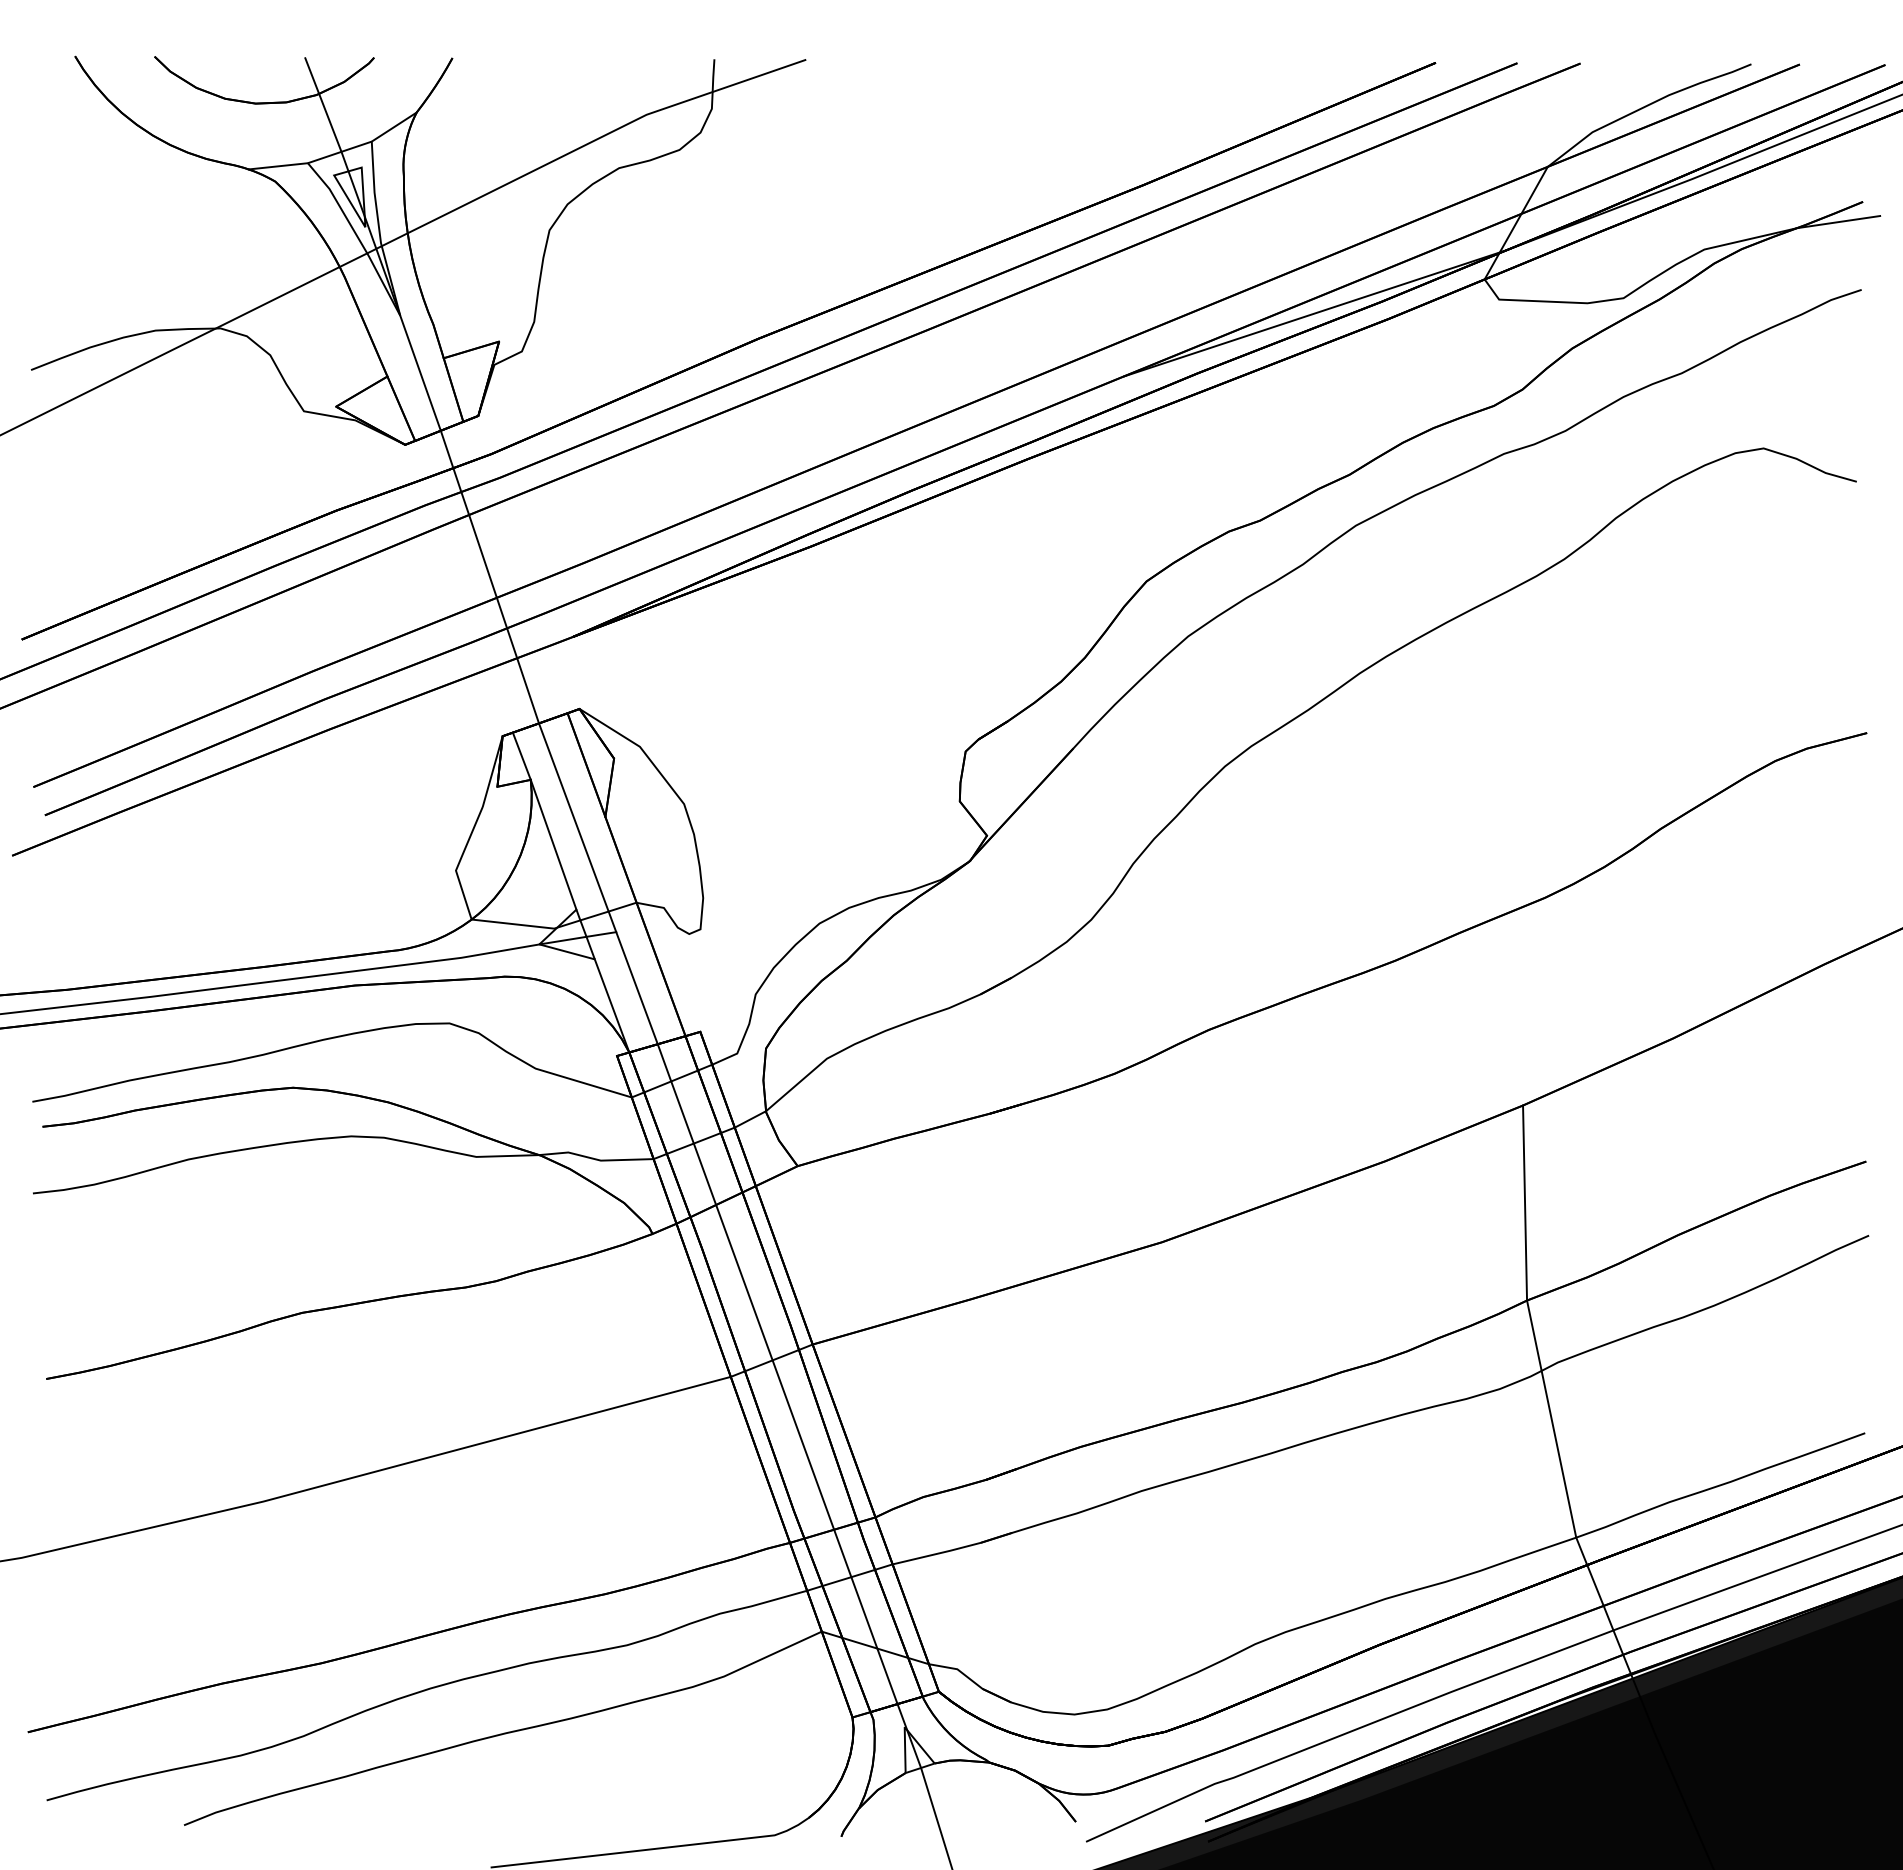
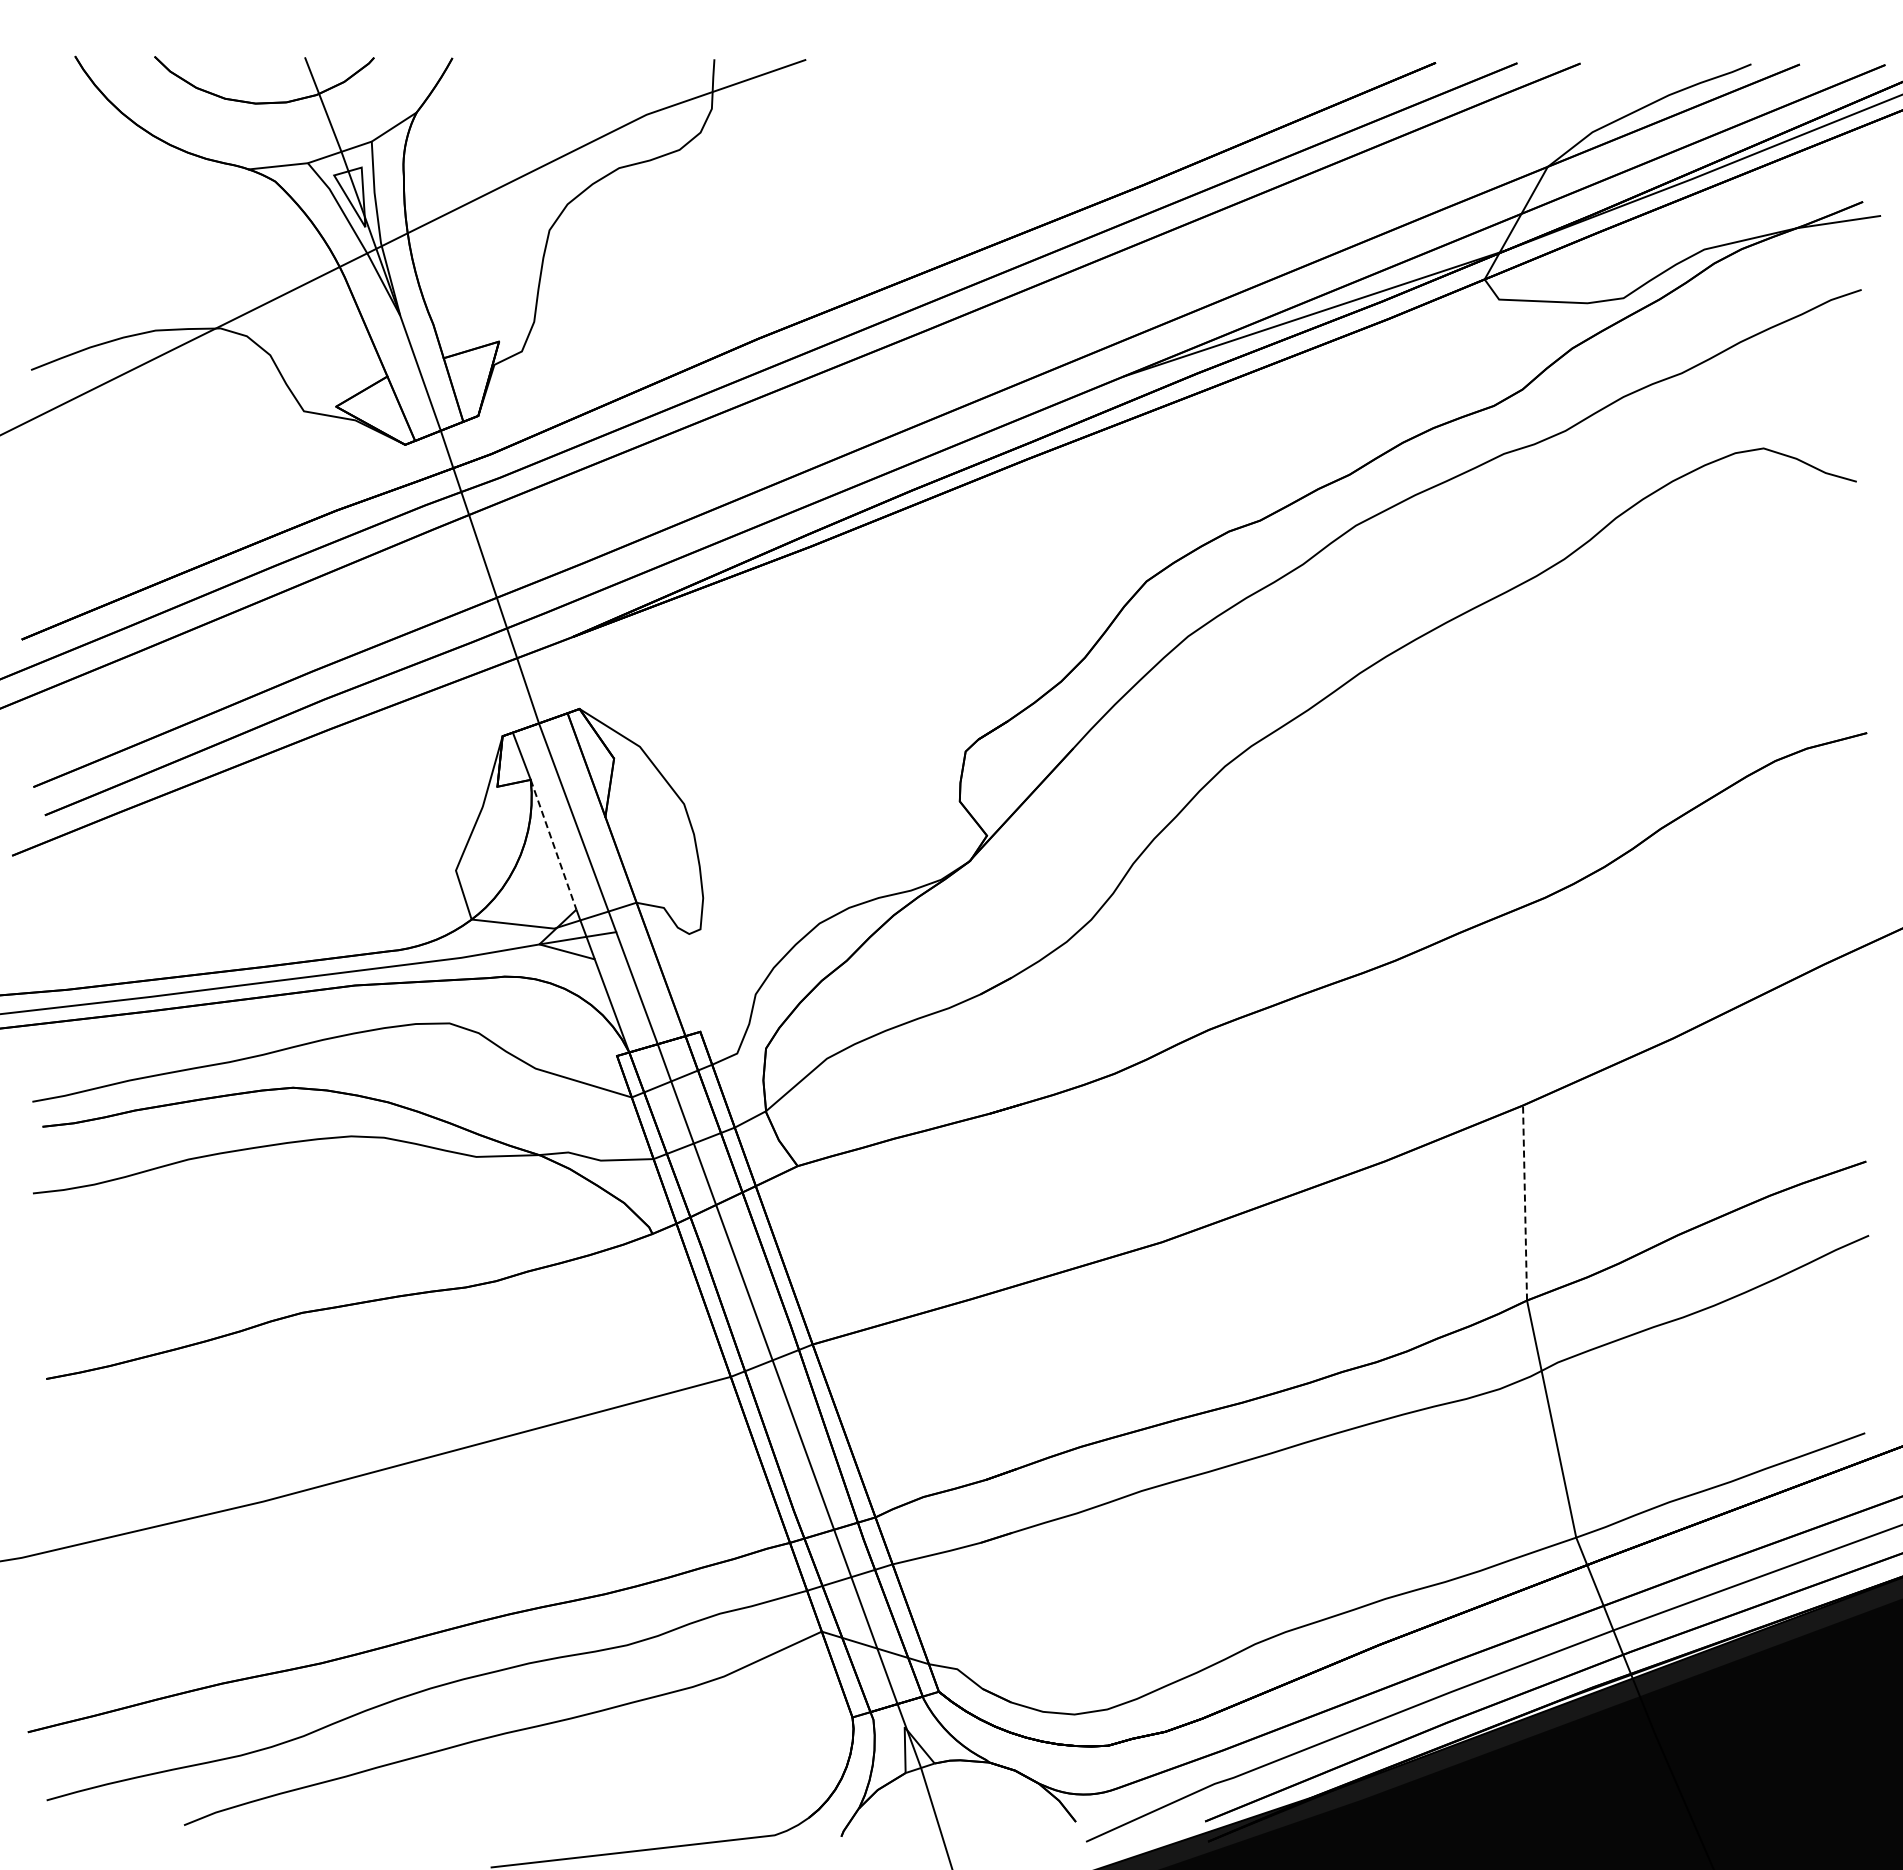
line at (553, 844): solid -> dashed
line at (1525, 1203): solid -> dashed
